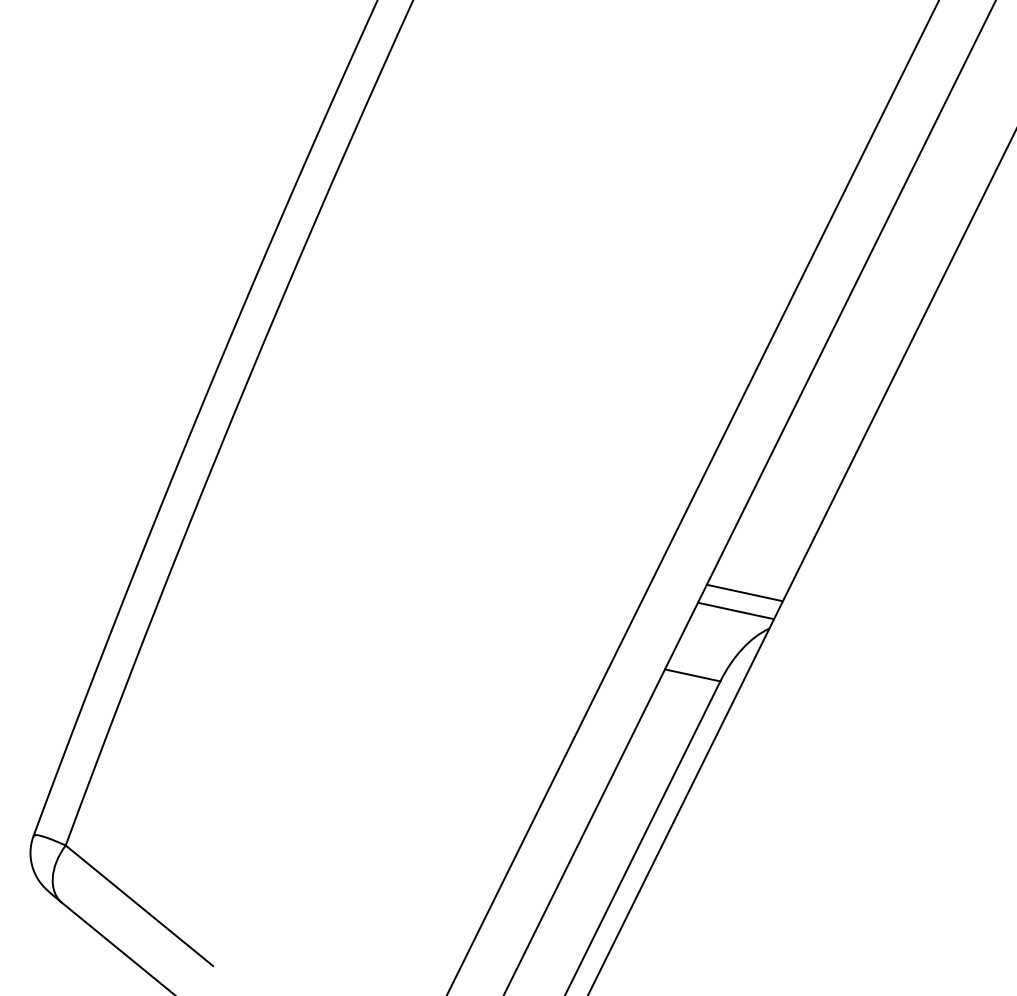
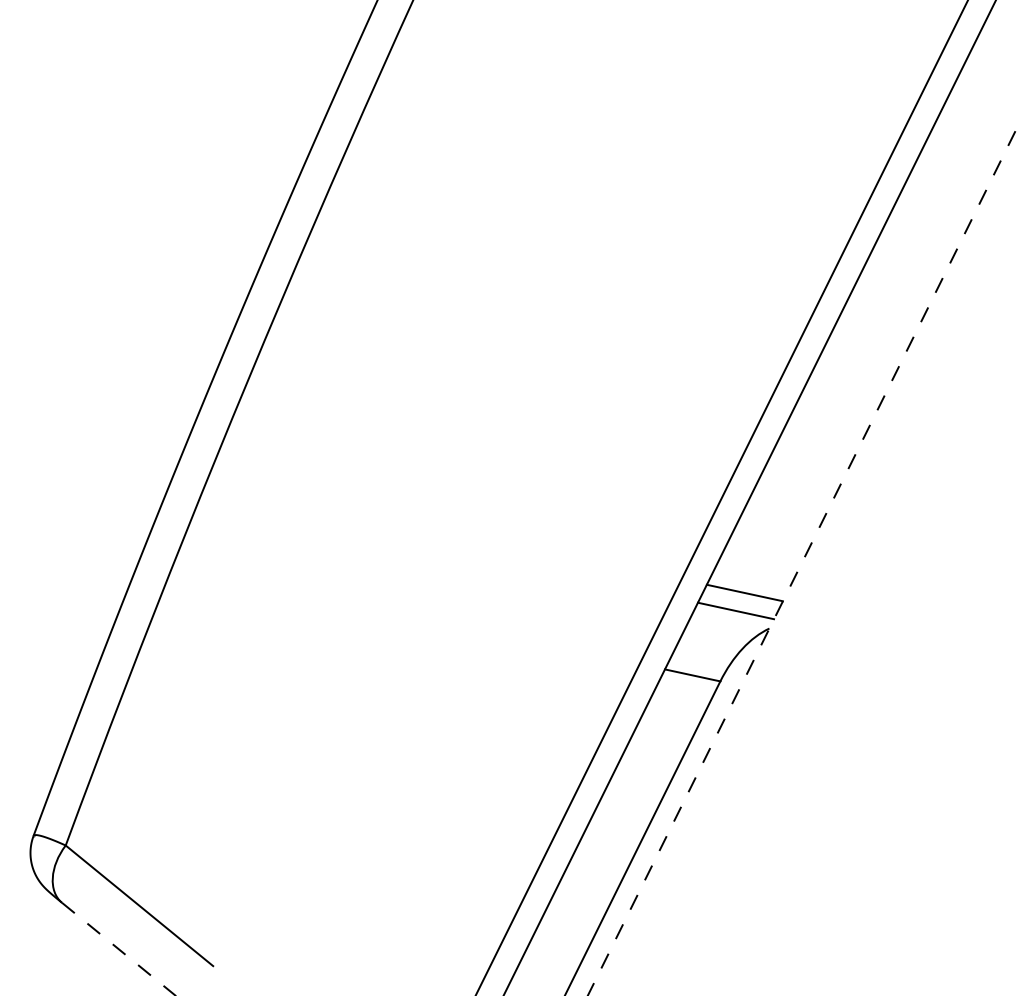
line at (693, 497) position: (693, 497) -> (722, 497)
line at (802, 562): solid -> dashed
line at (119, 949): solid -> dashed
